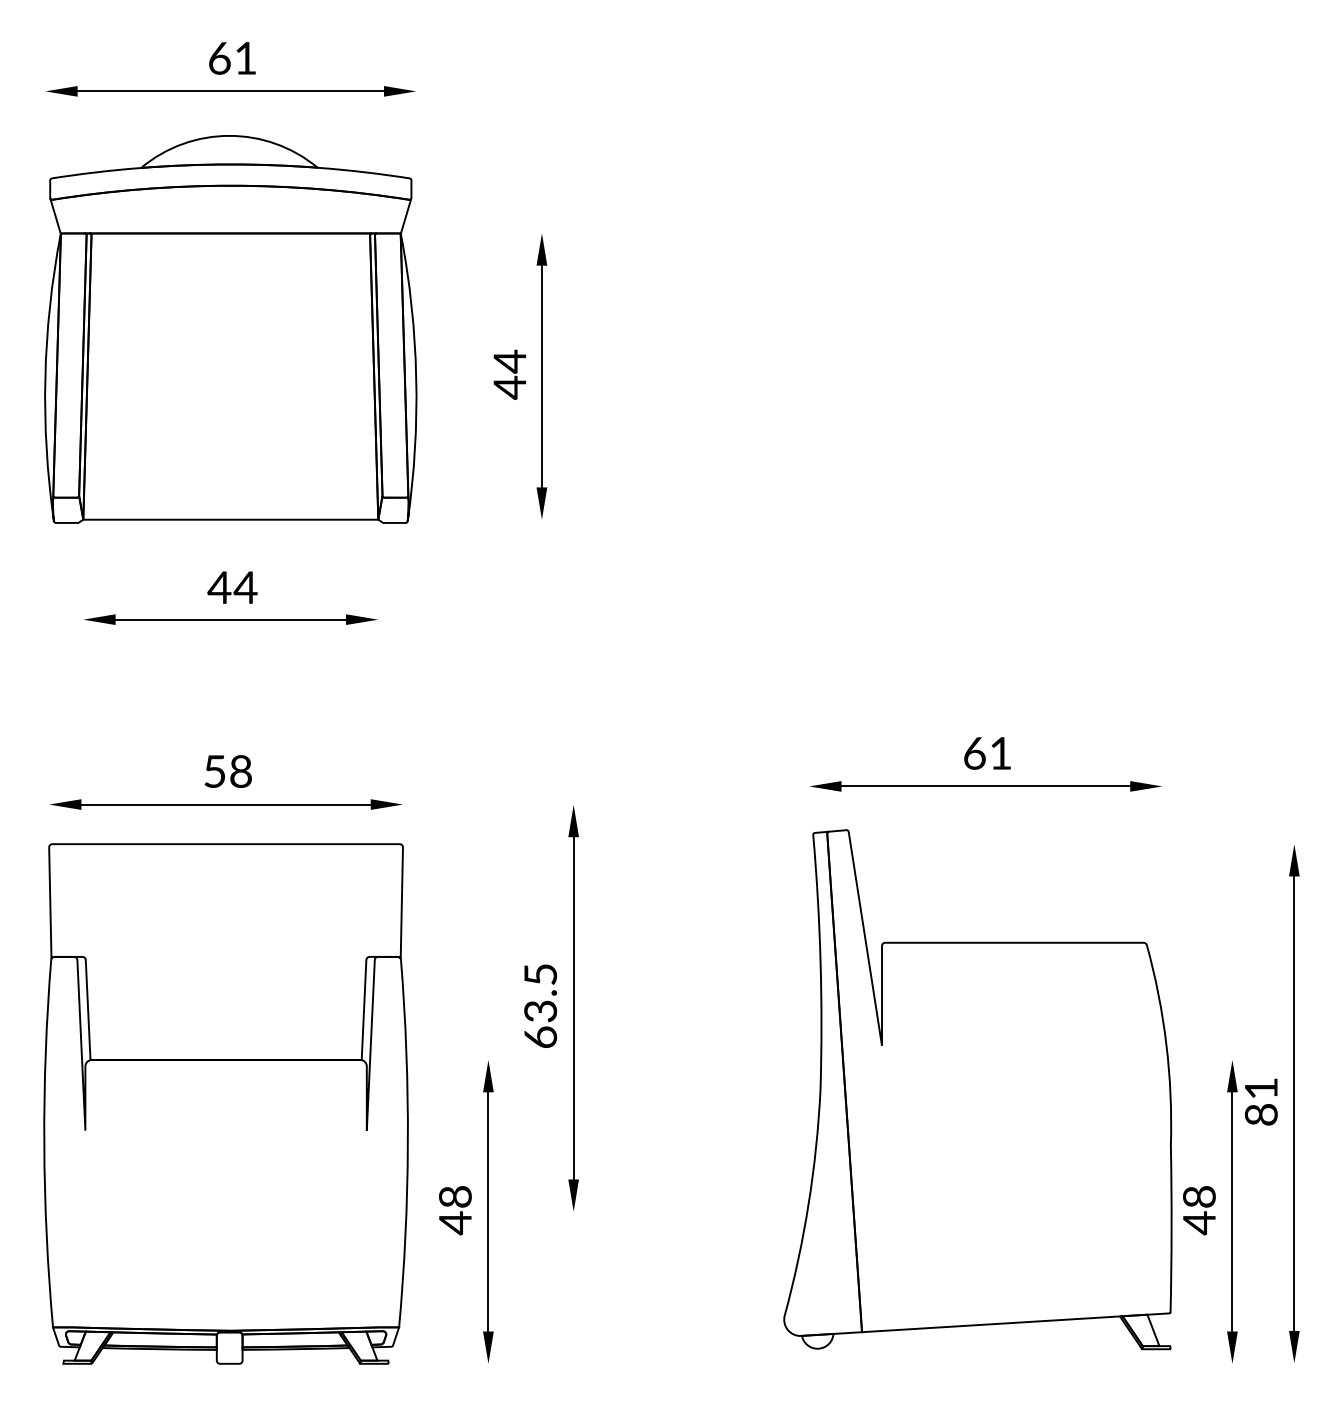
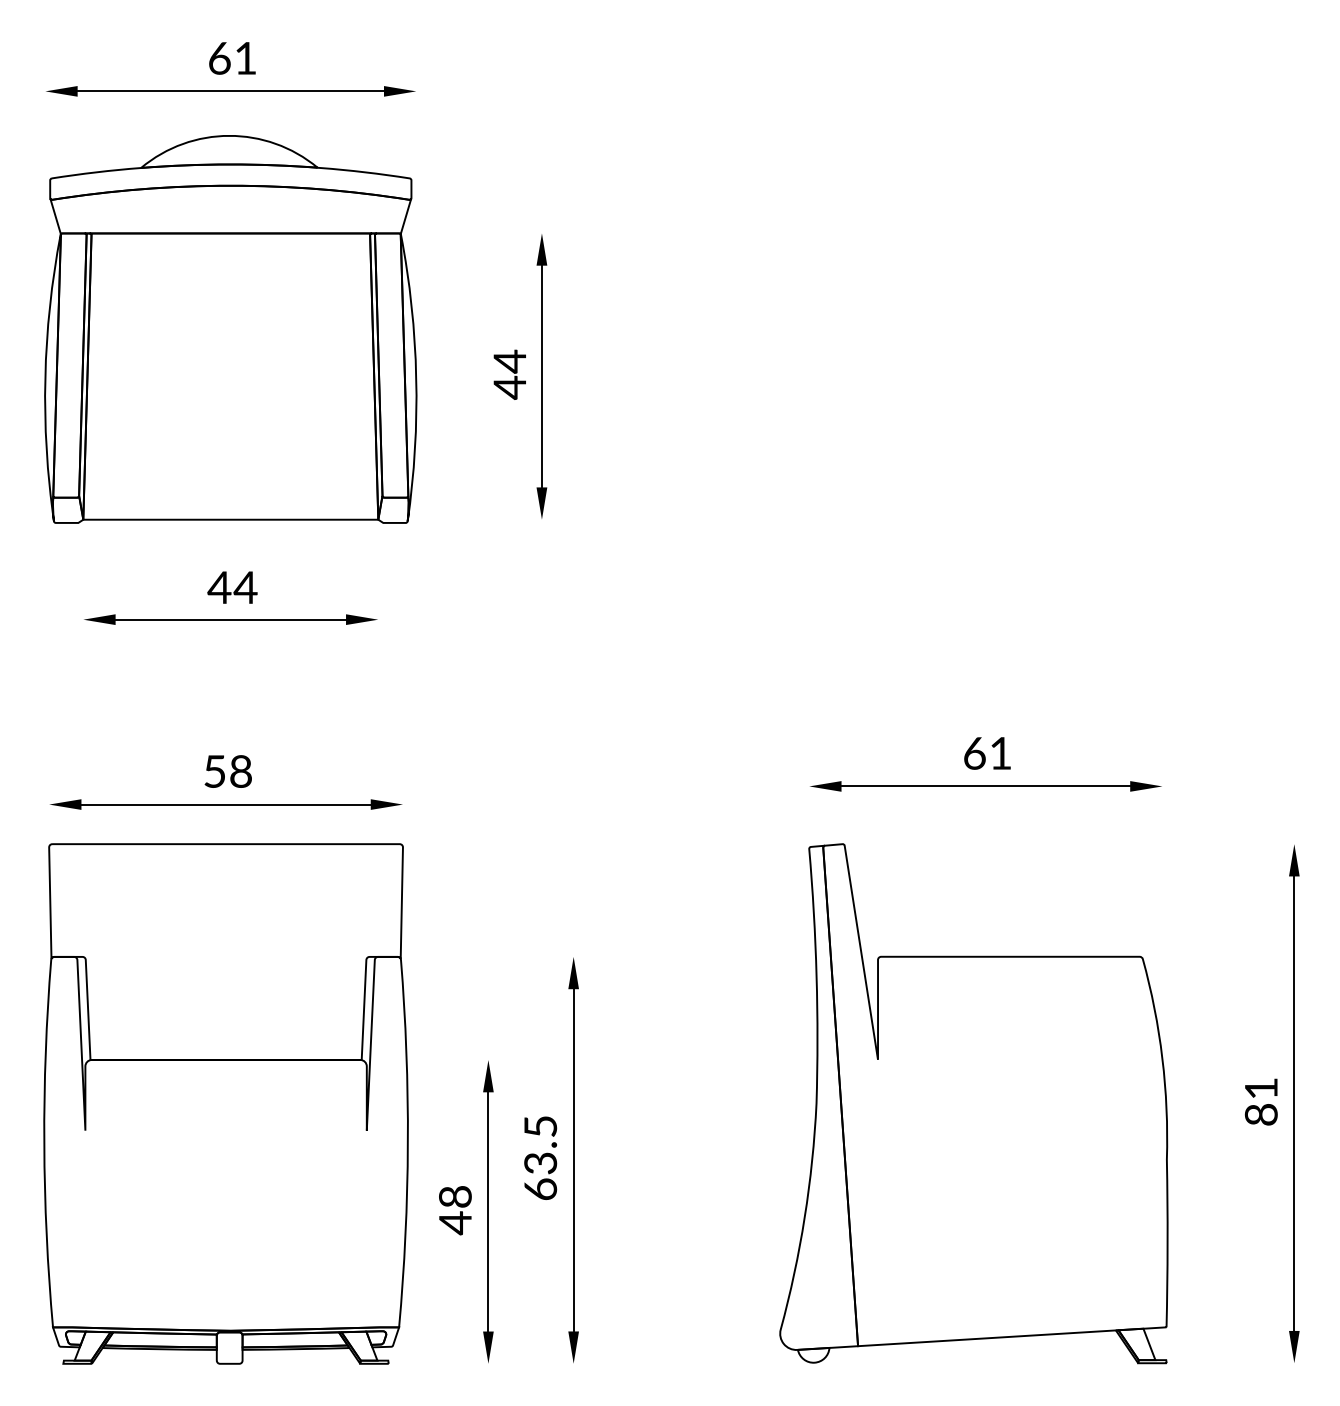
part at (551, 1007) position: (551, 1007) -> (551, 1159)
part at (977, 1089) position: (977, 1089) -> (973, 1103)
part at (1210, 1211): present -> none
